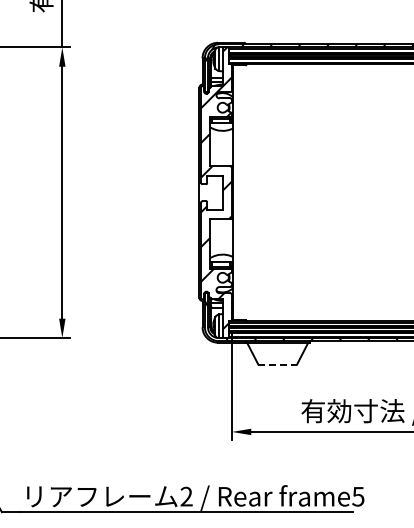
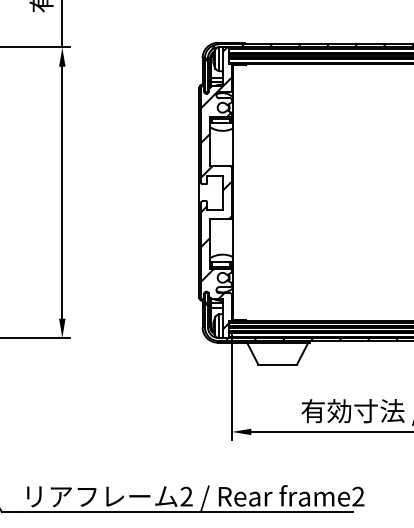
line at (278, 364): dashed -> solid
text at (358, 496): frame5 -> frame2
